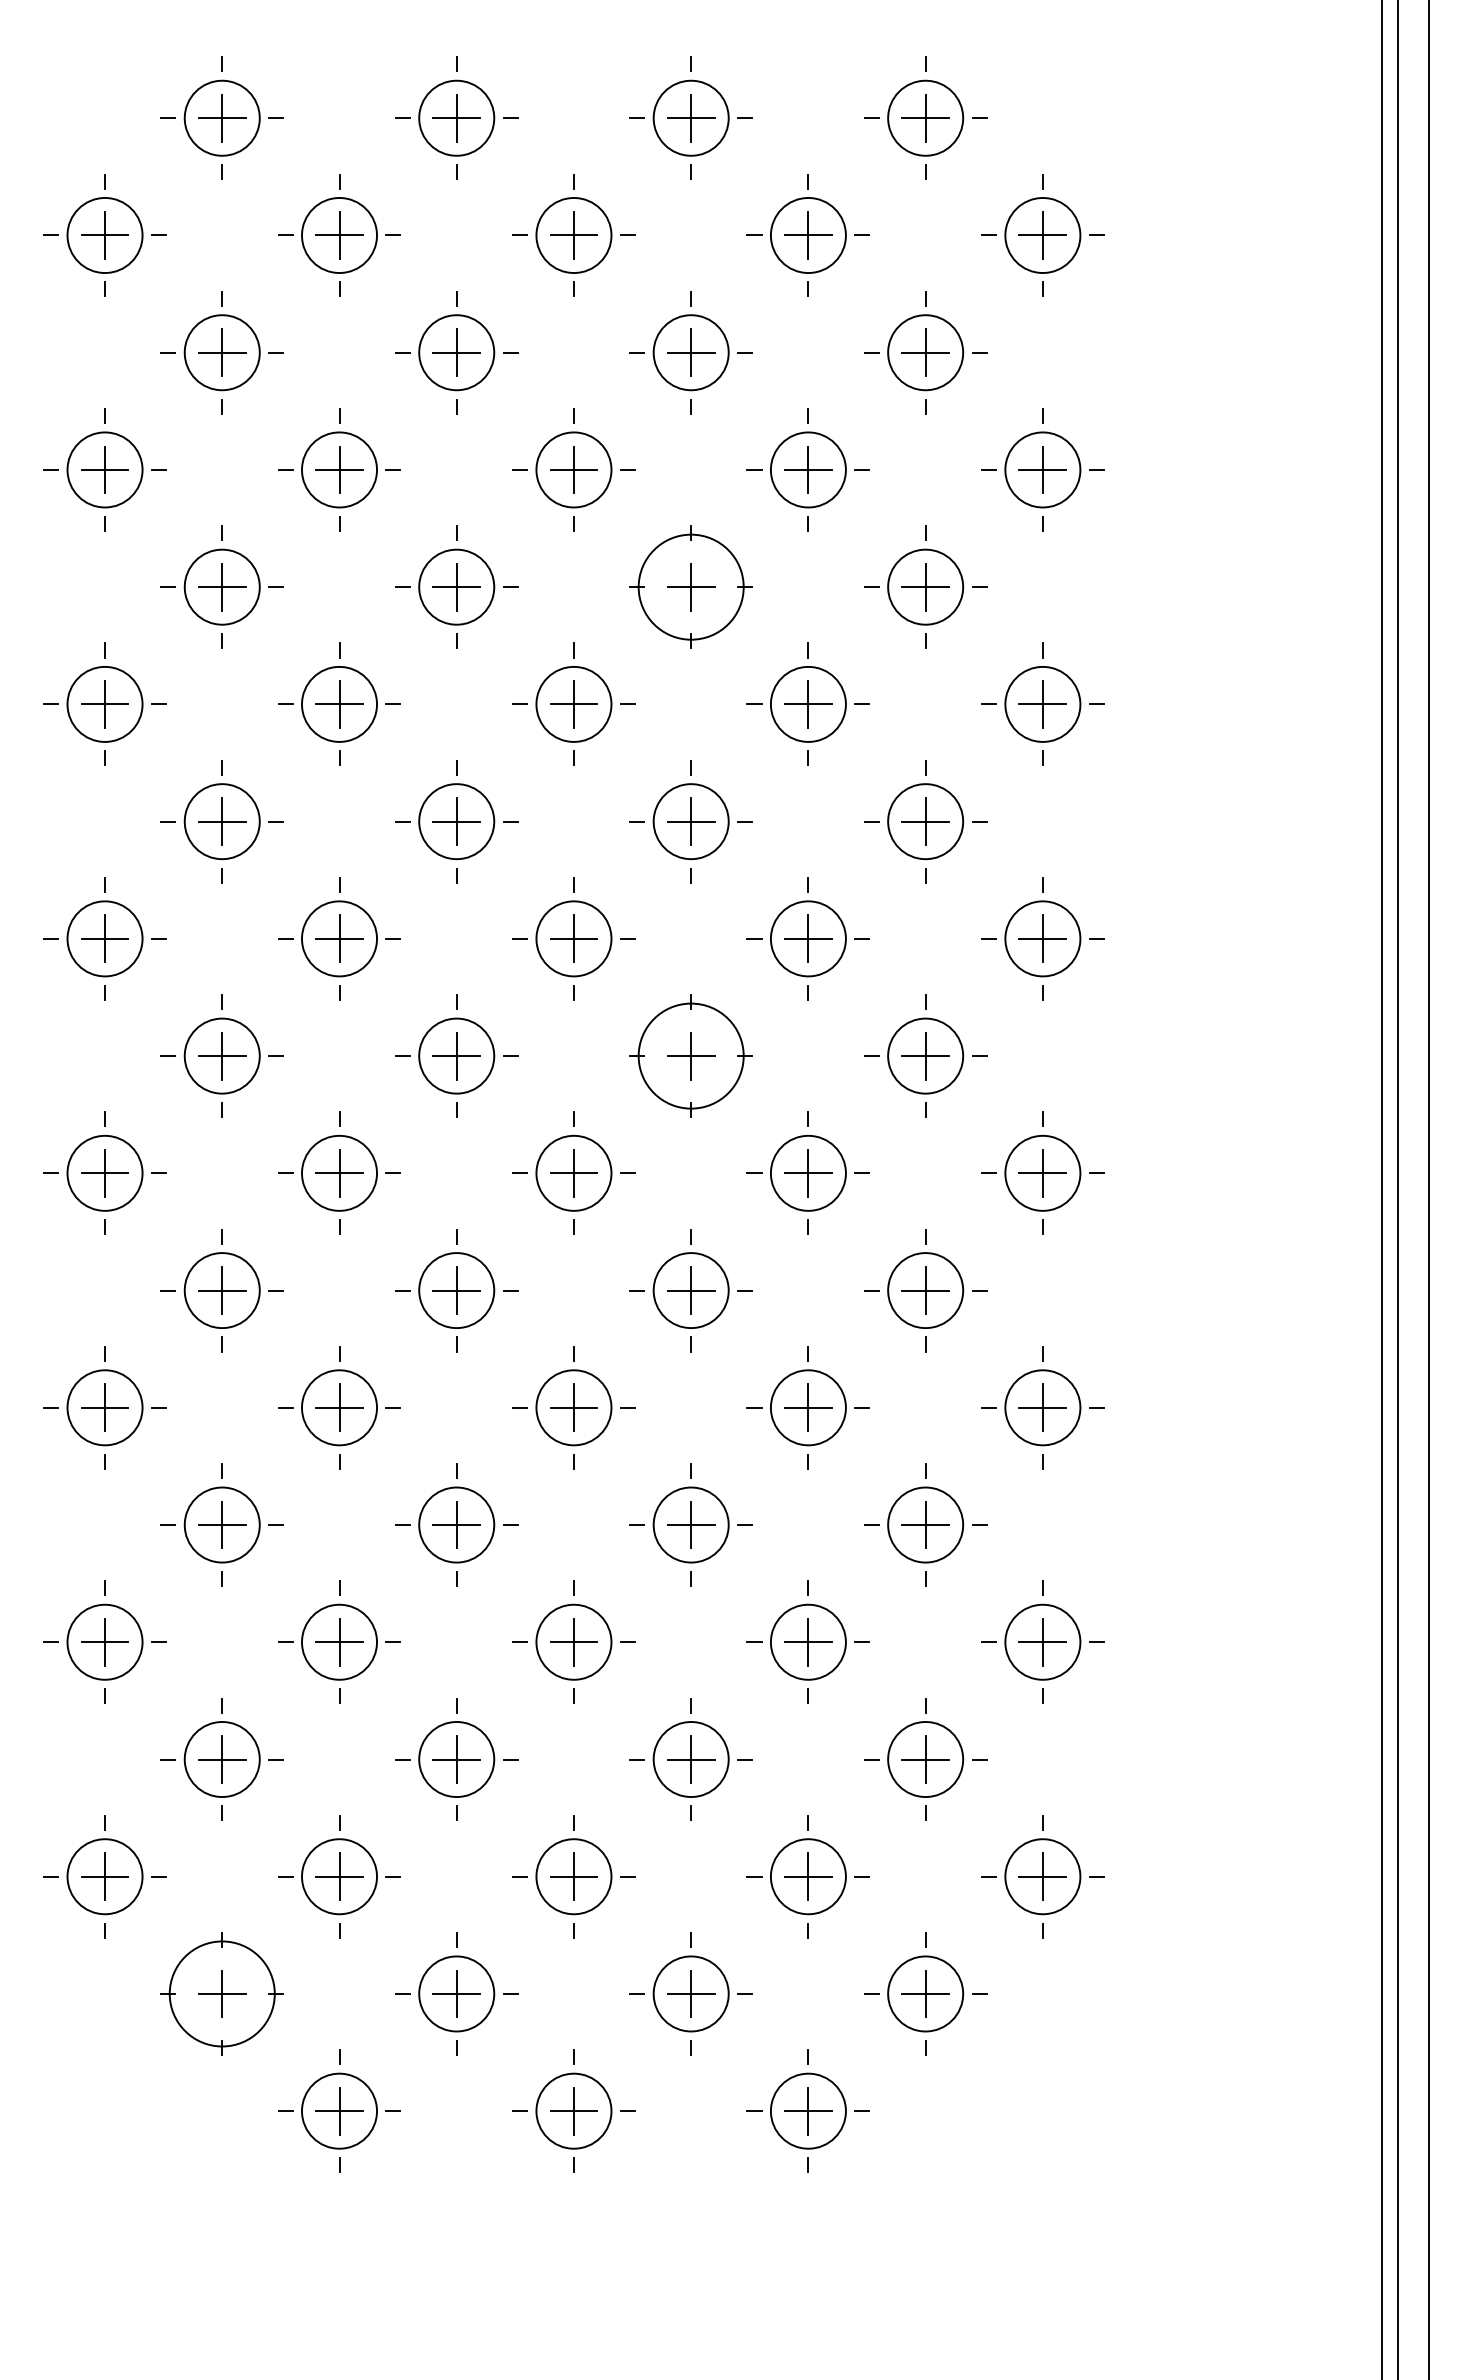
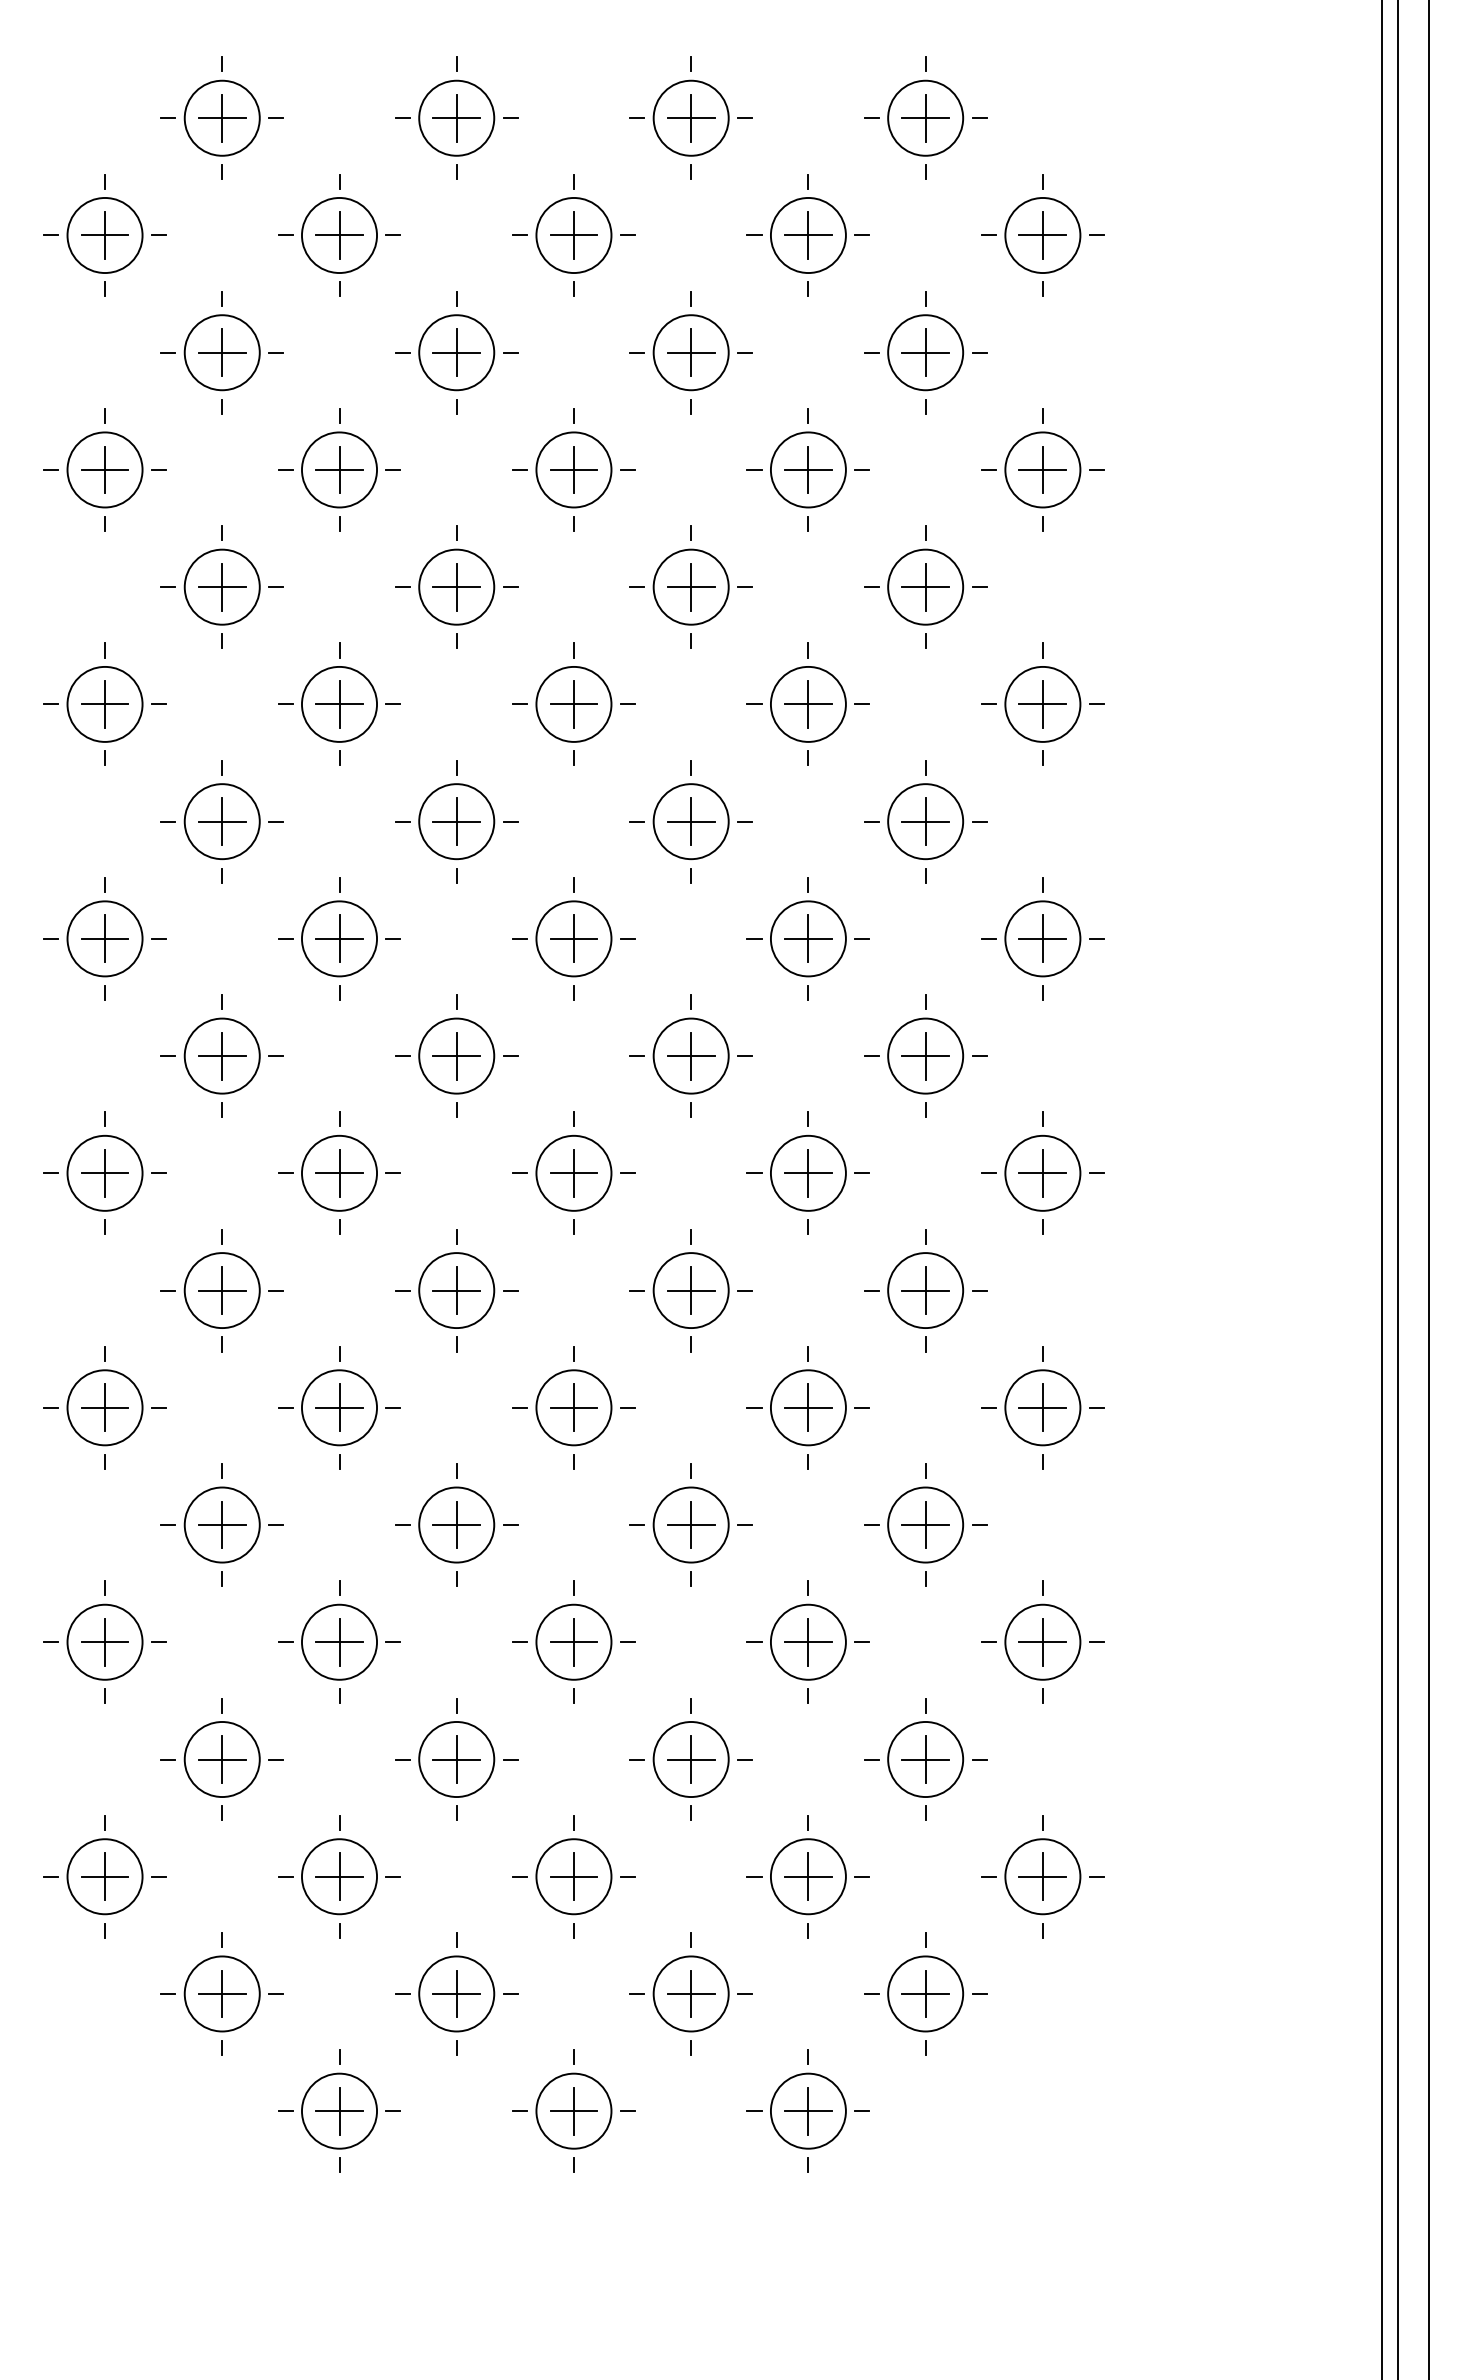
circle at (690, 586) diameter: 105 px -> 75 px
circle at (690, 1055) diameter: 105 px -> 75 px
circle at (221, 1993) diameter: 105 px -> 75 px
